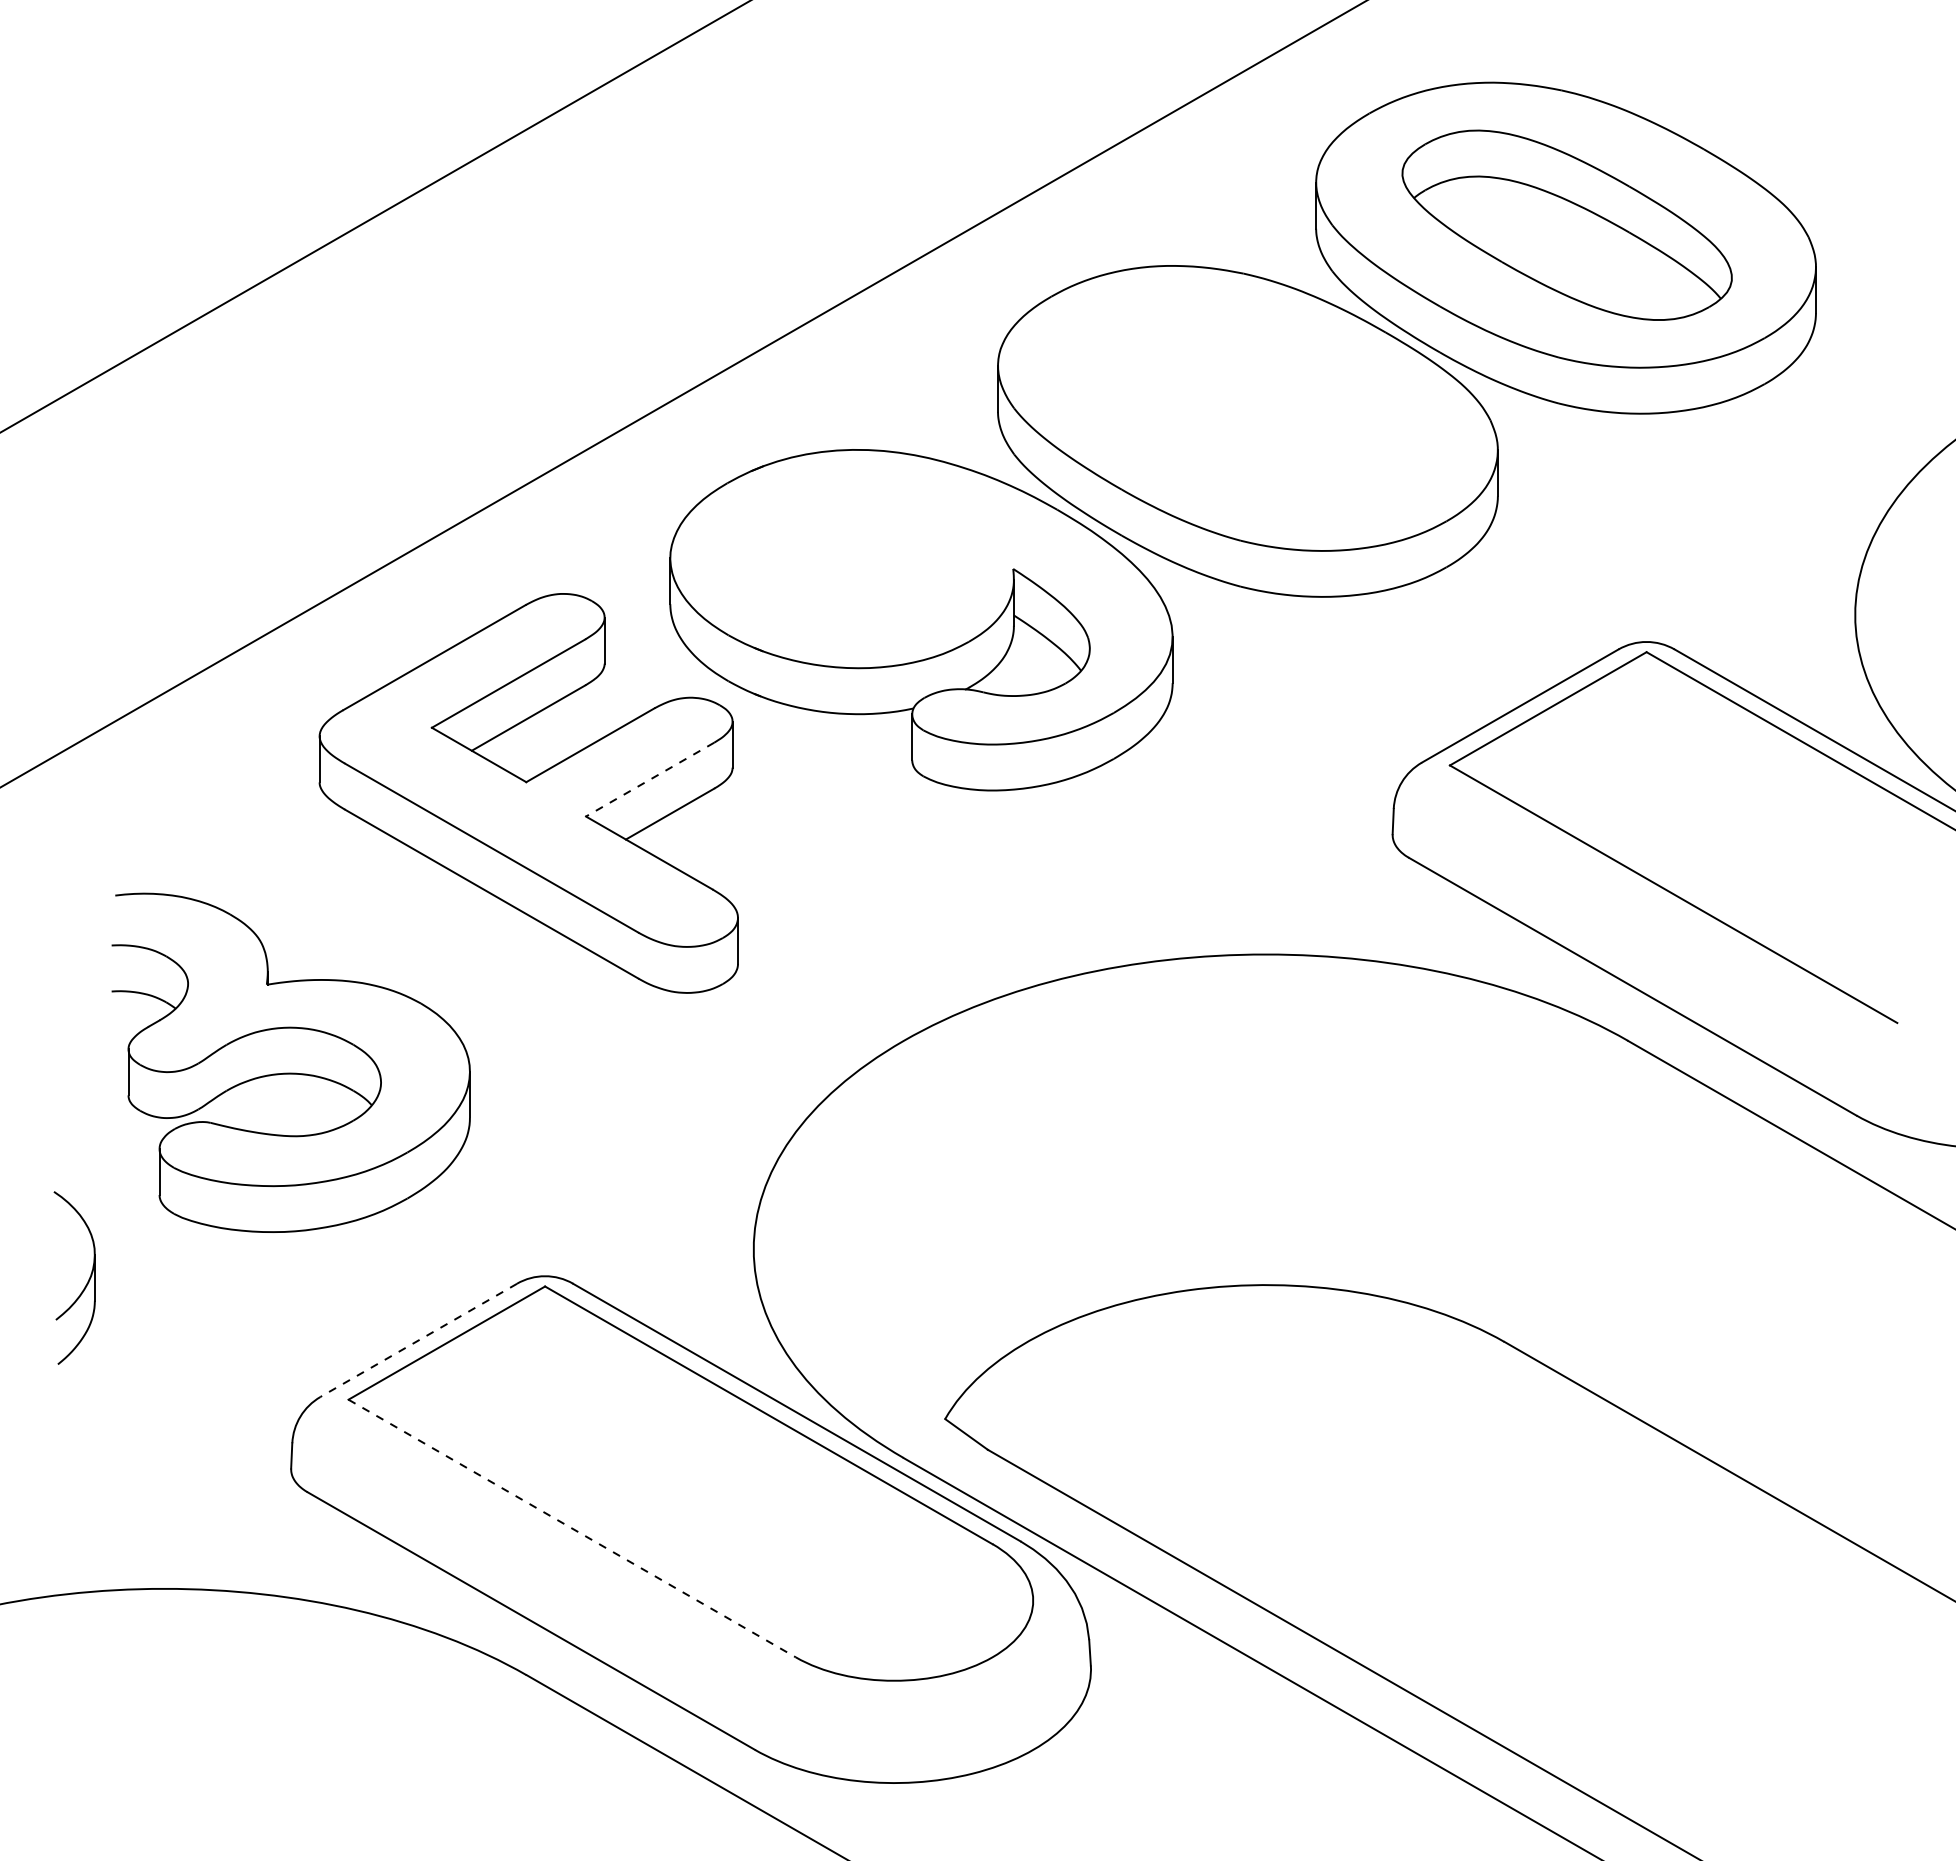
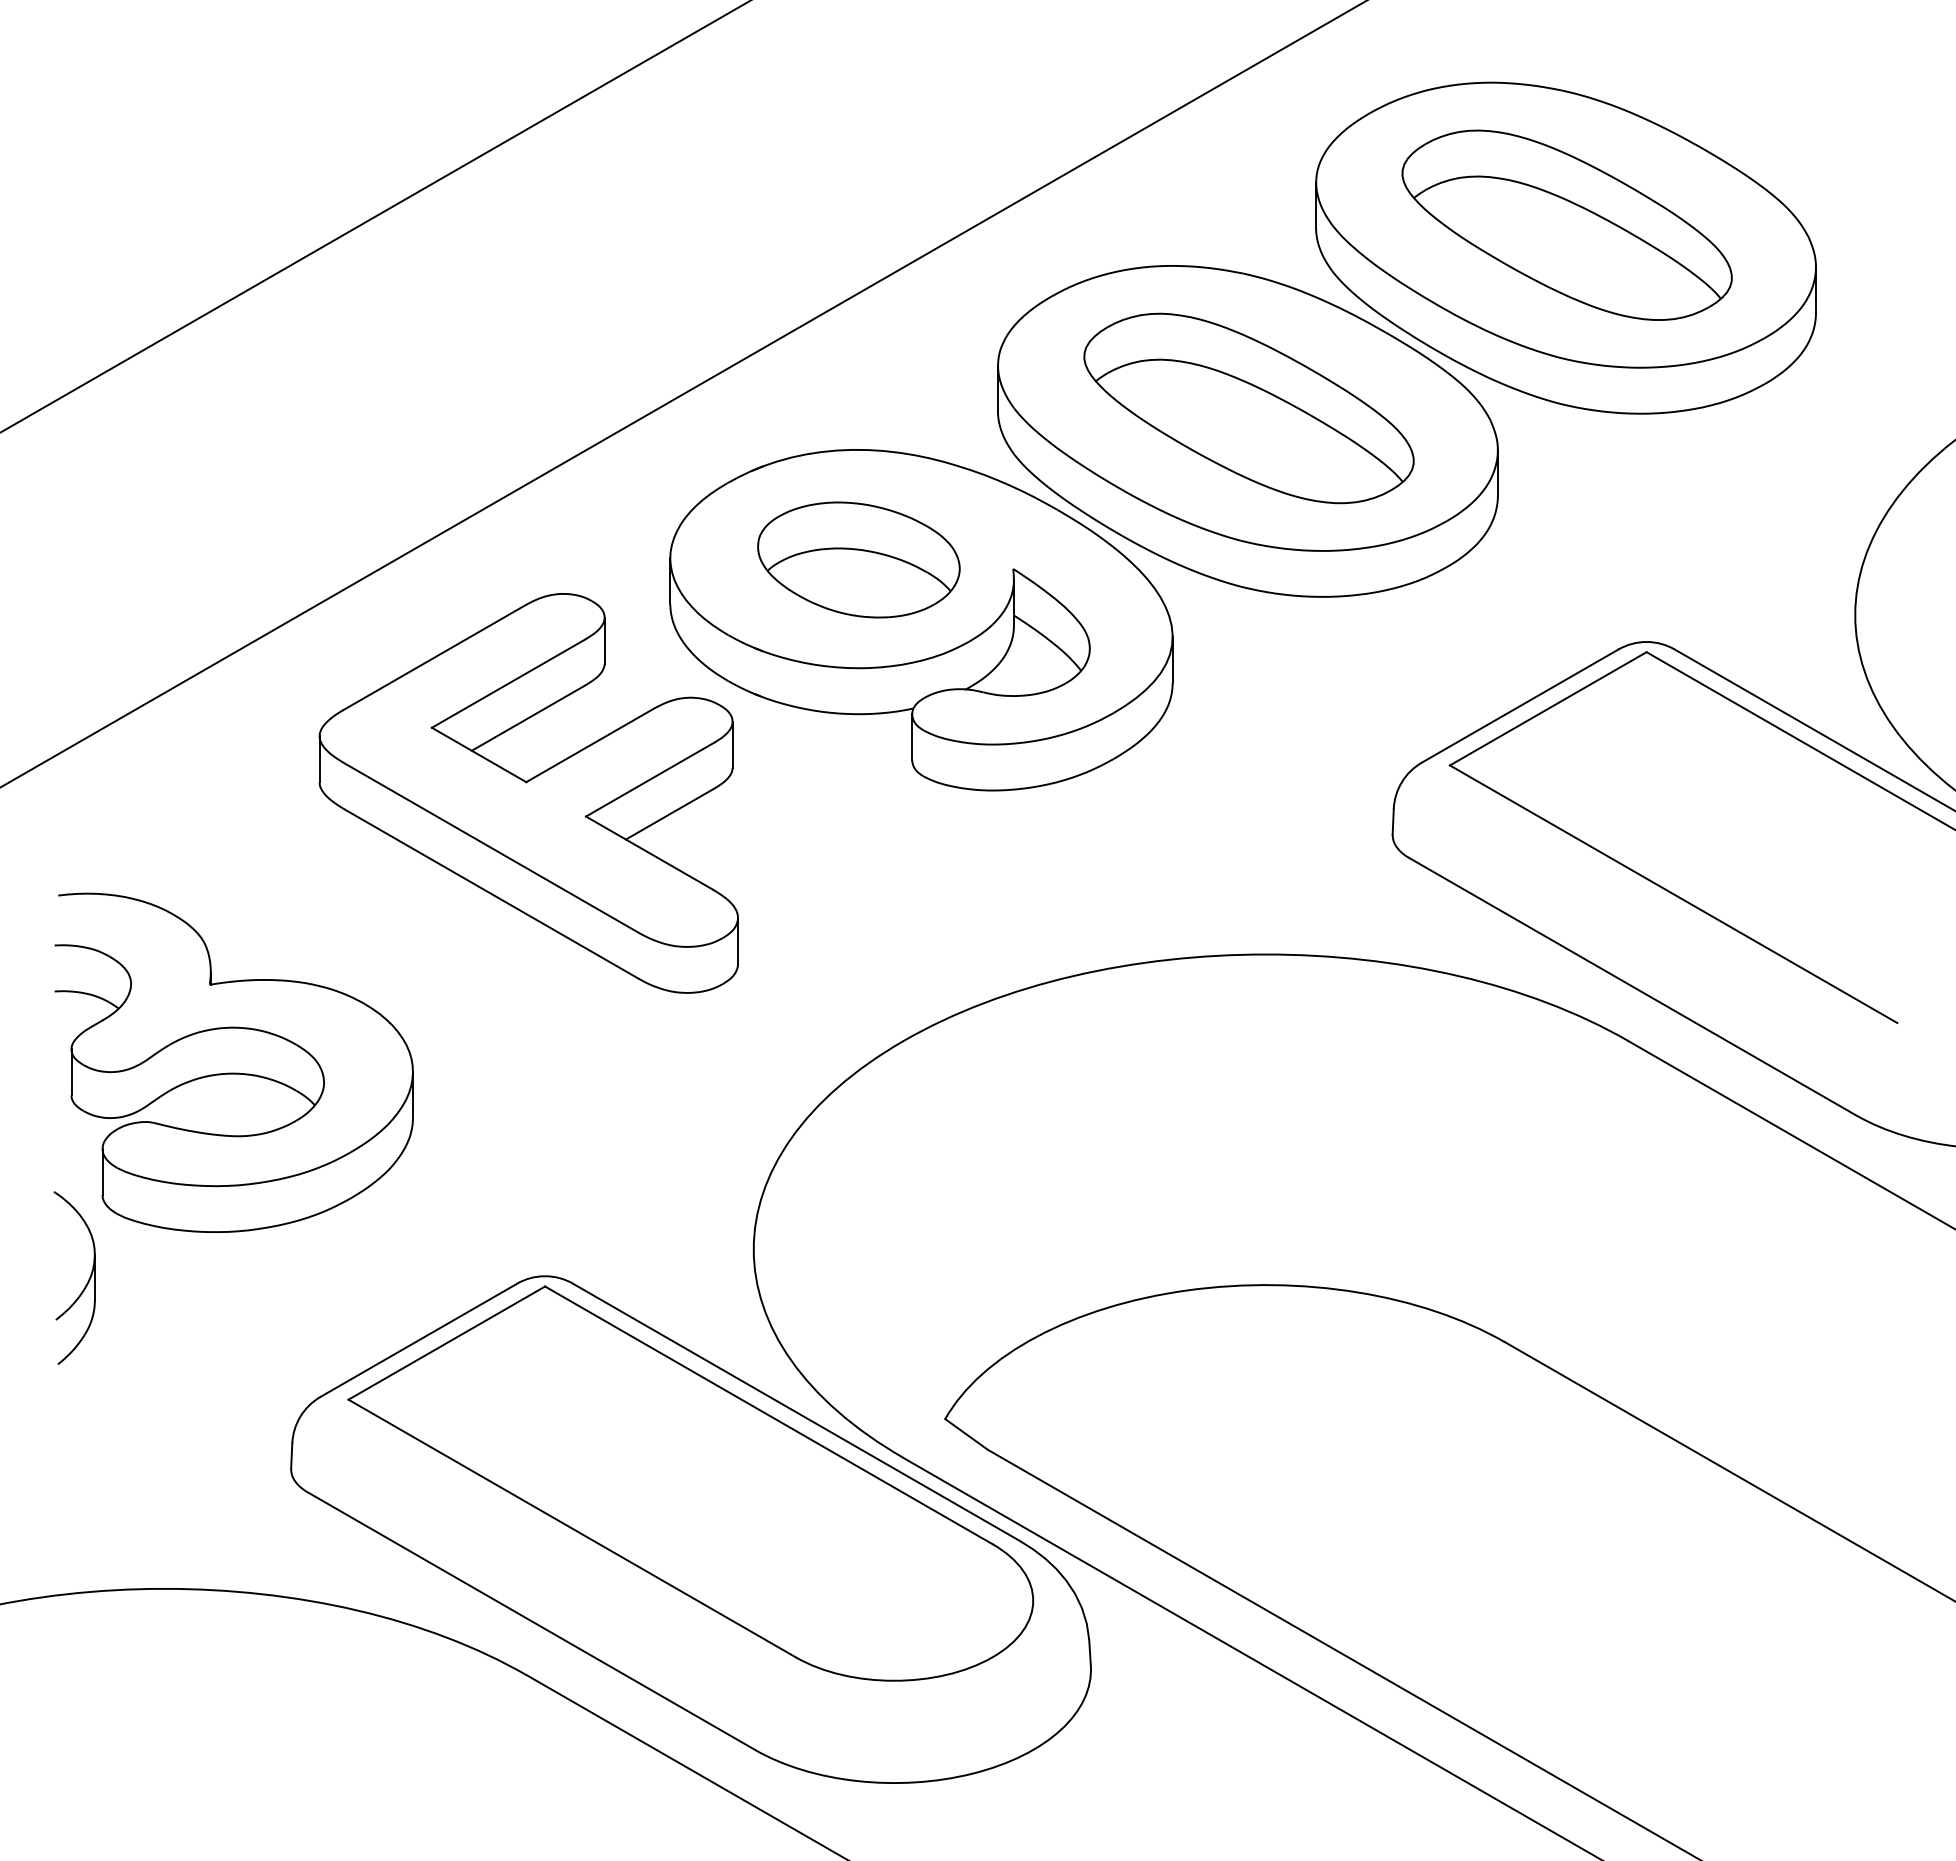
part at (1248, 408): none -> present
part at (858, 559): none -> present
line at (650, 779): dashed -> solid
part at (290, 1062) position: (290, 1062) -> (233, 1062)
line at (418, 1340): dashed -> solid
line at (572, 1528): dashed -> solid
